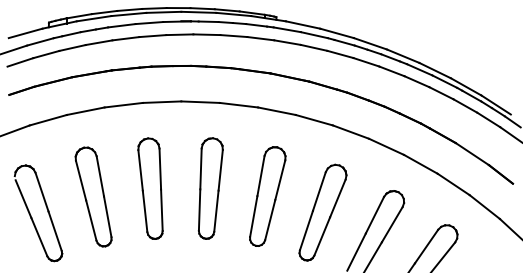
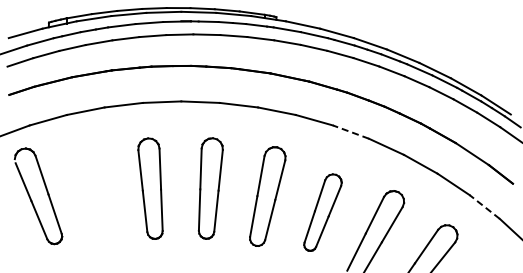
line at (350, 131): solid -> dashed
part at (93, 196): present -> none
line at (484, 206): solid -> dashed
part at (322, 212) size: 50x99 px -> 40x79 px
part at (32, 217) position: (32, 217) -> (32, 200)
